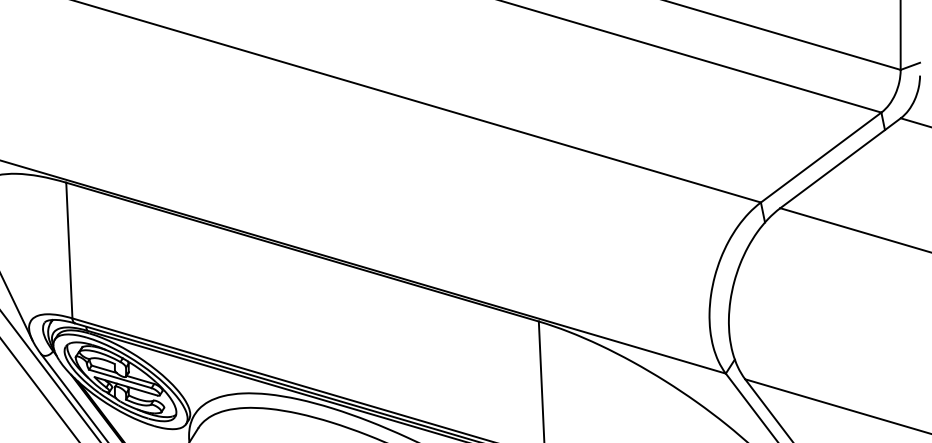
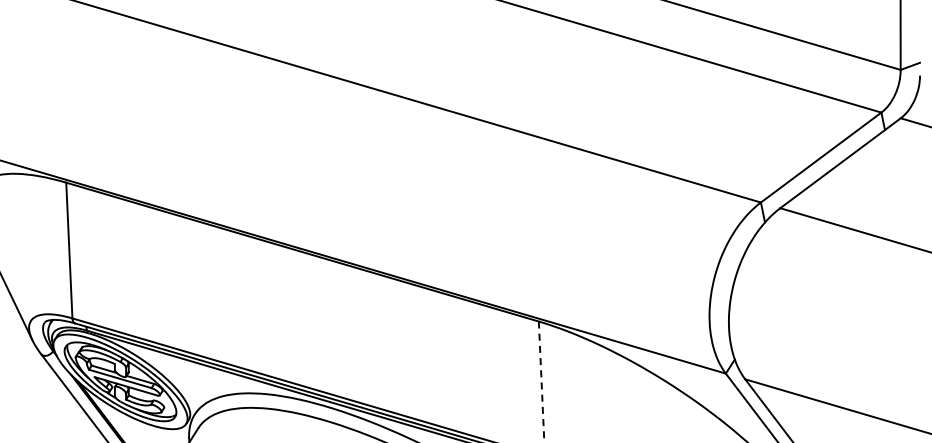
line at (50, 376): present -> none
line at (541, 382): solid -> dashed
line at (39, 389): present -> none
